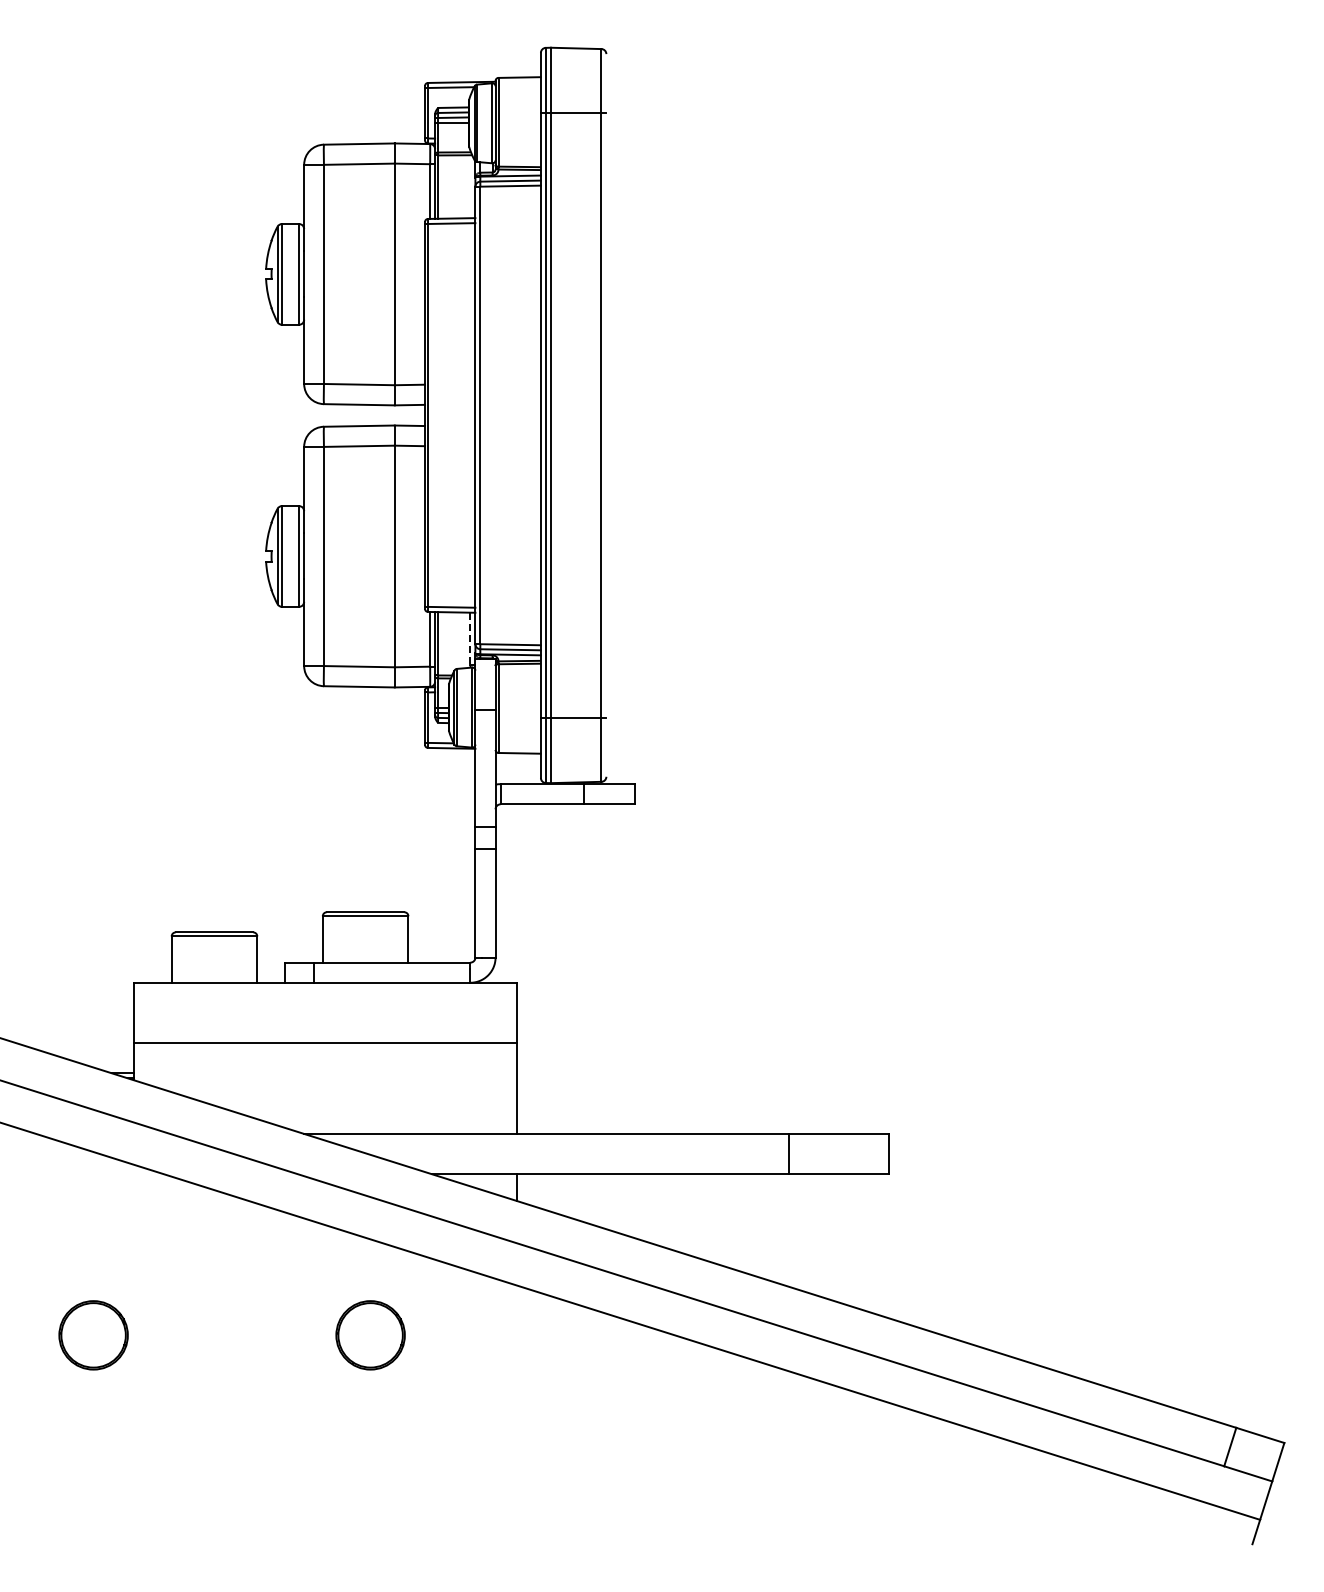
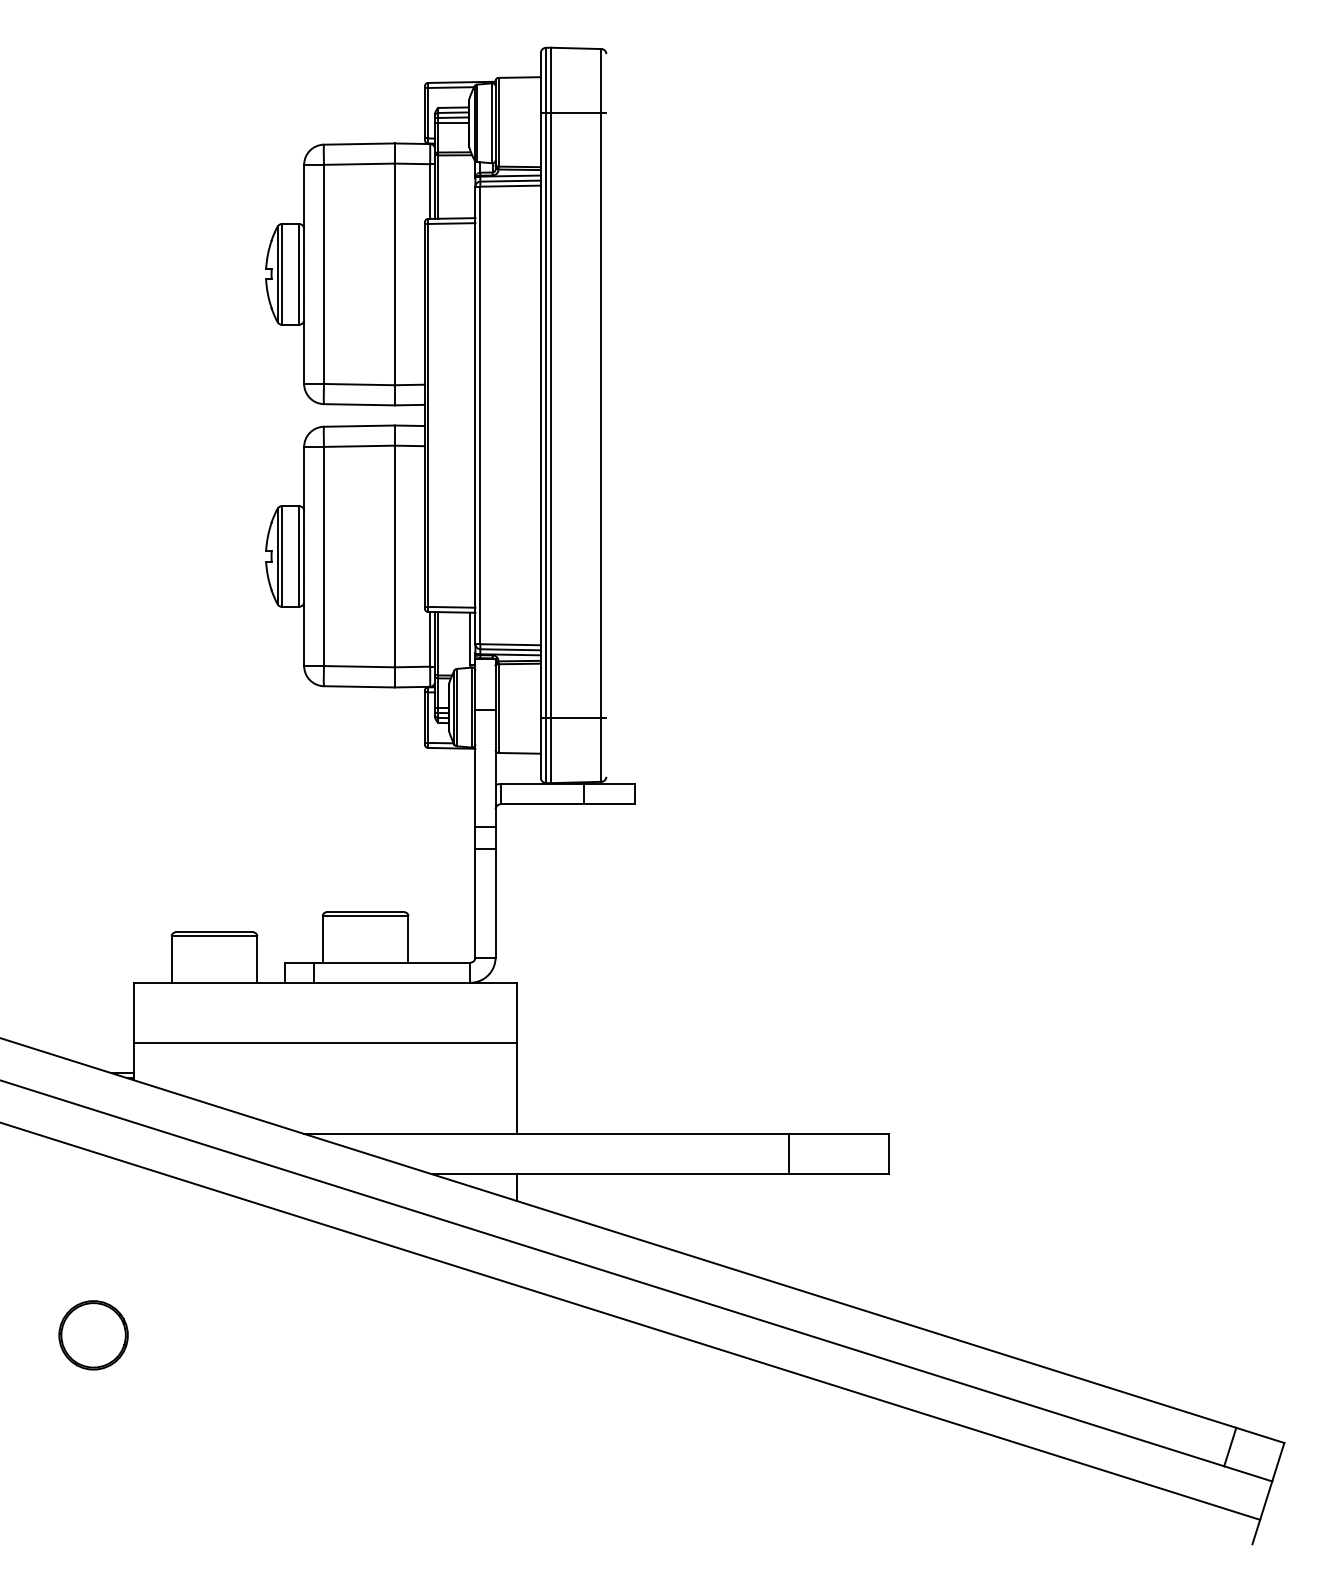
line at (470, 639): dashed -> solid
part at (370, 1335): present -> none
